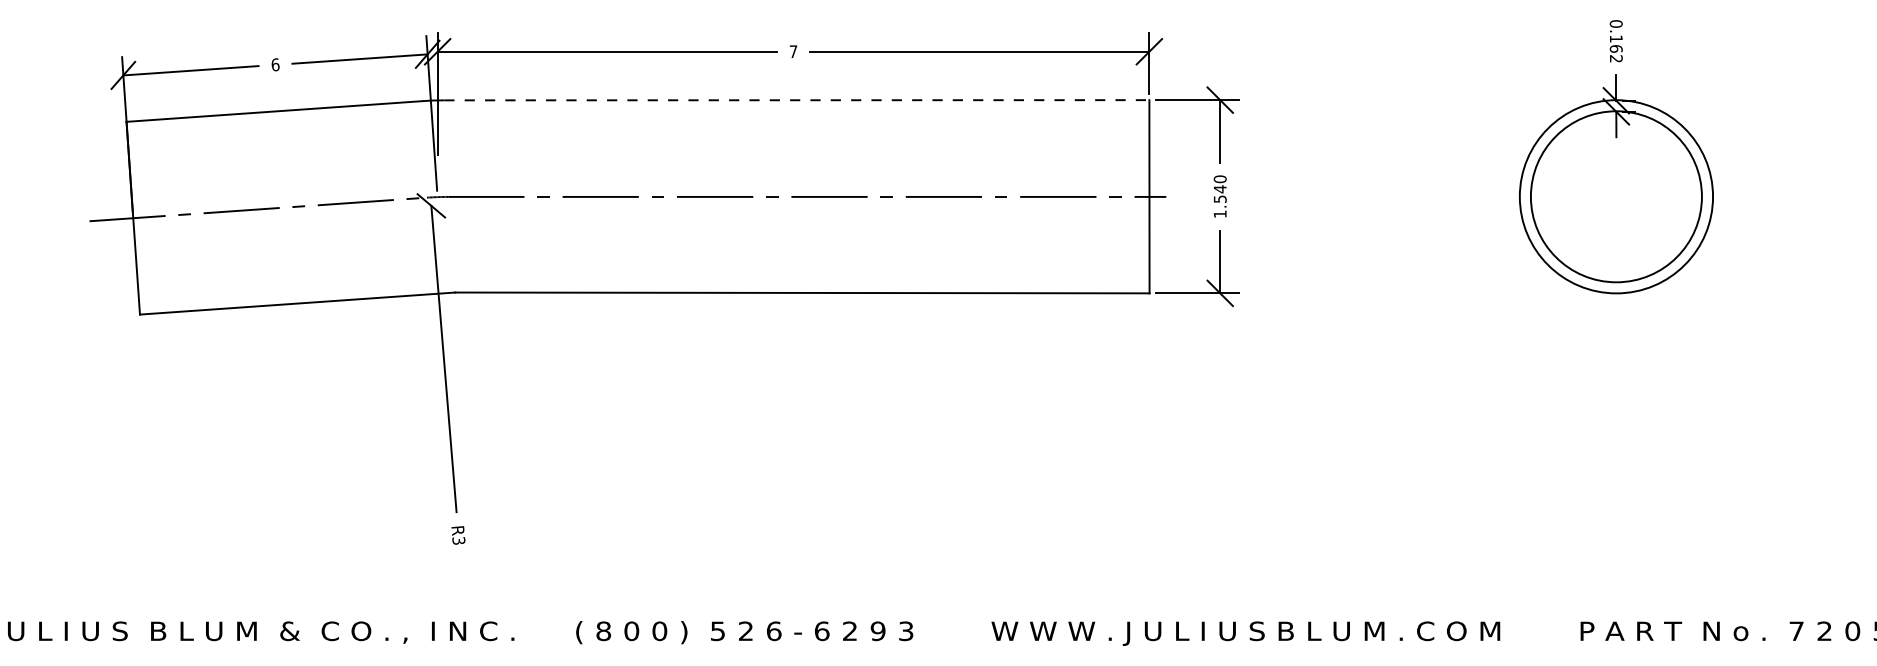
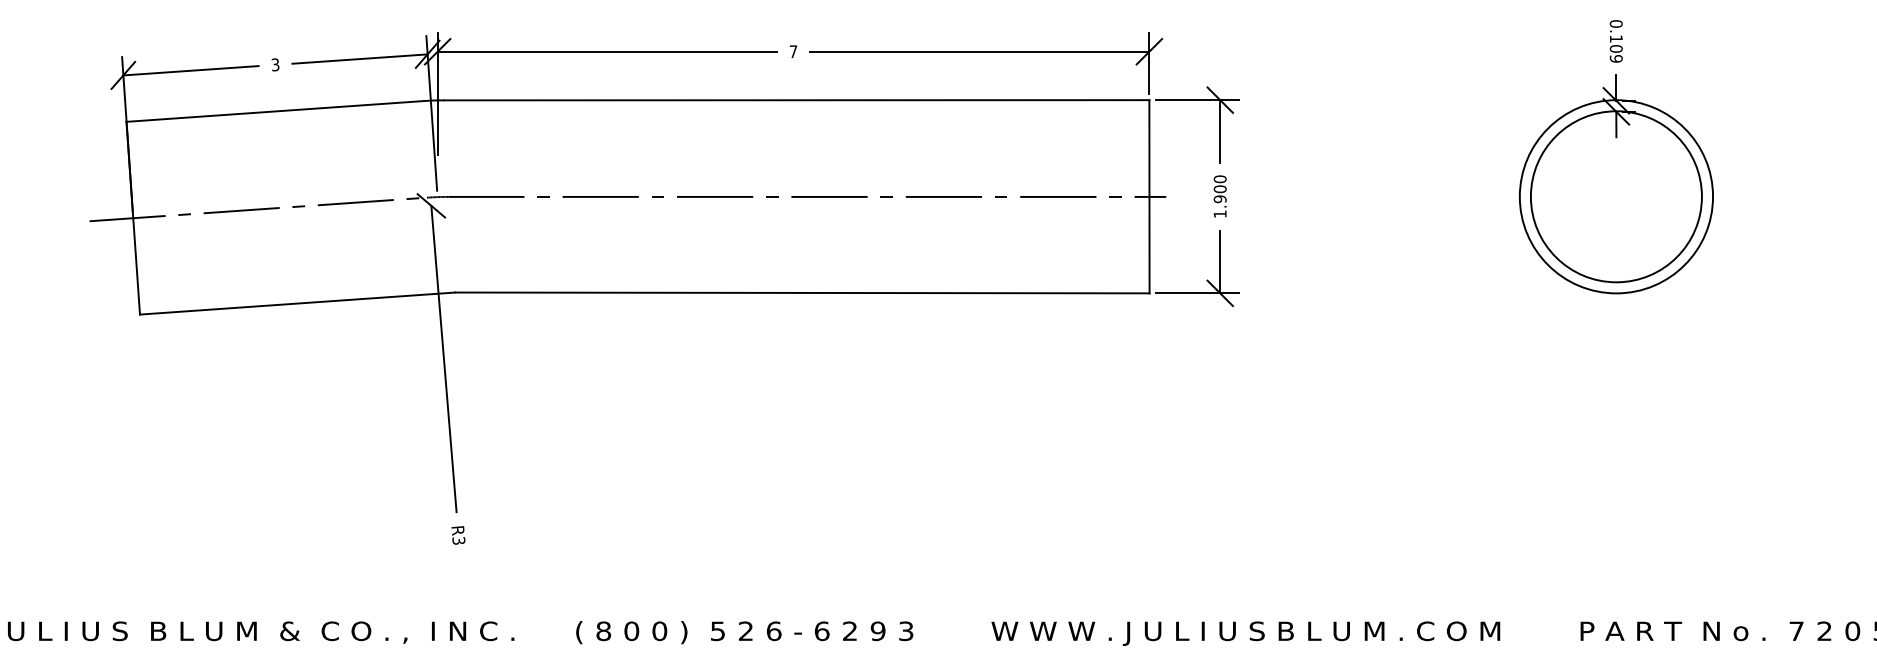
text at (1615, 53): 0.162 -> 0.109
text at (275, 64): 6 -> 3
line at (796, 100): dashed -> solid
text at (1219, 194): 1.540 -> 1.900
